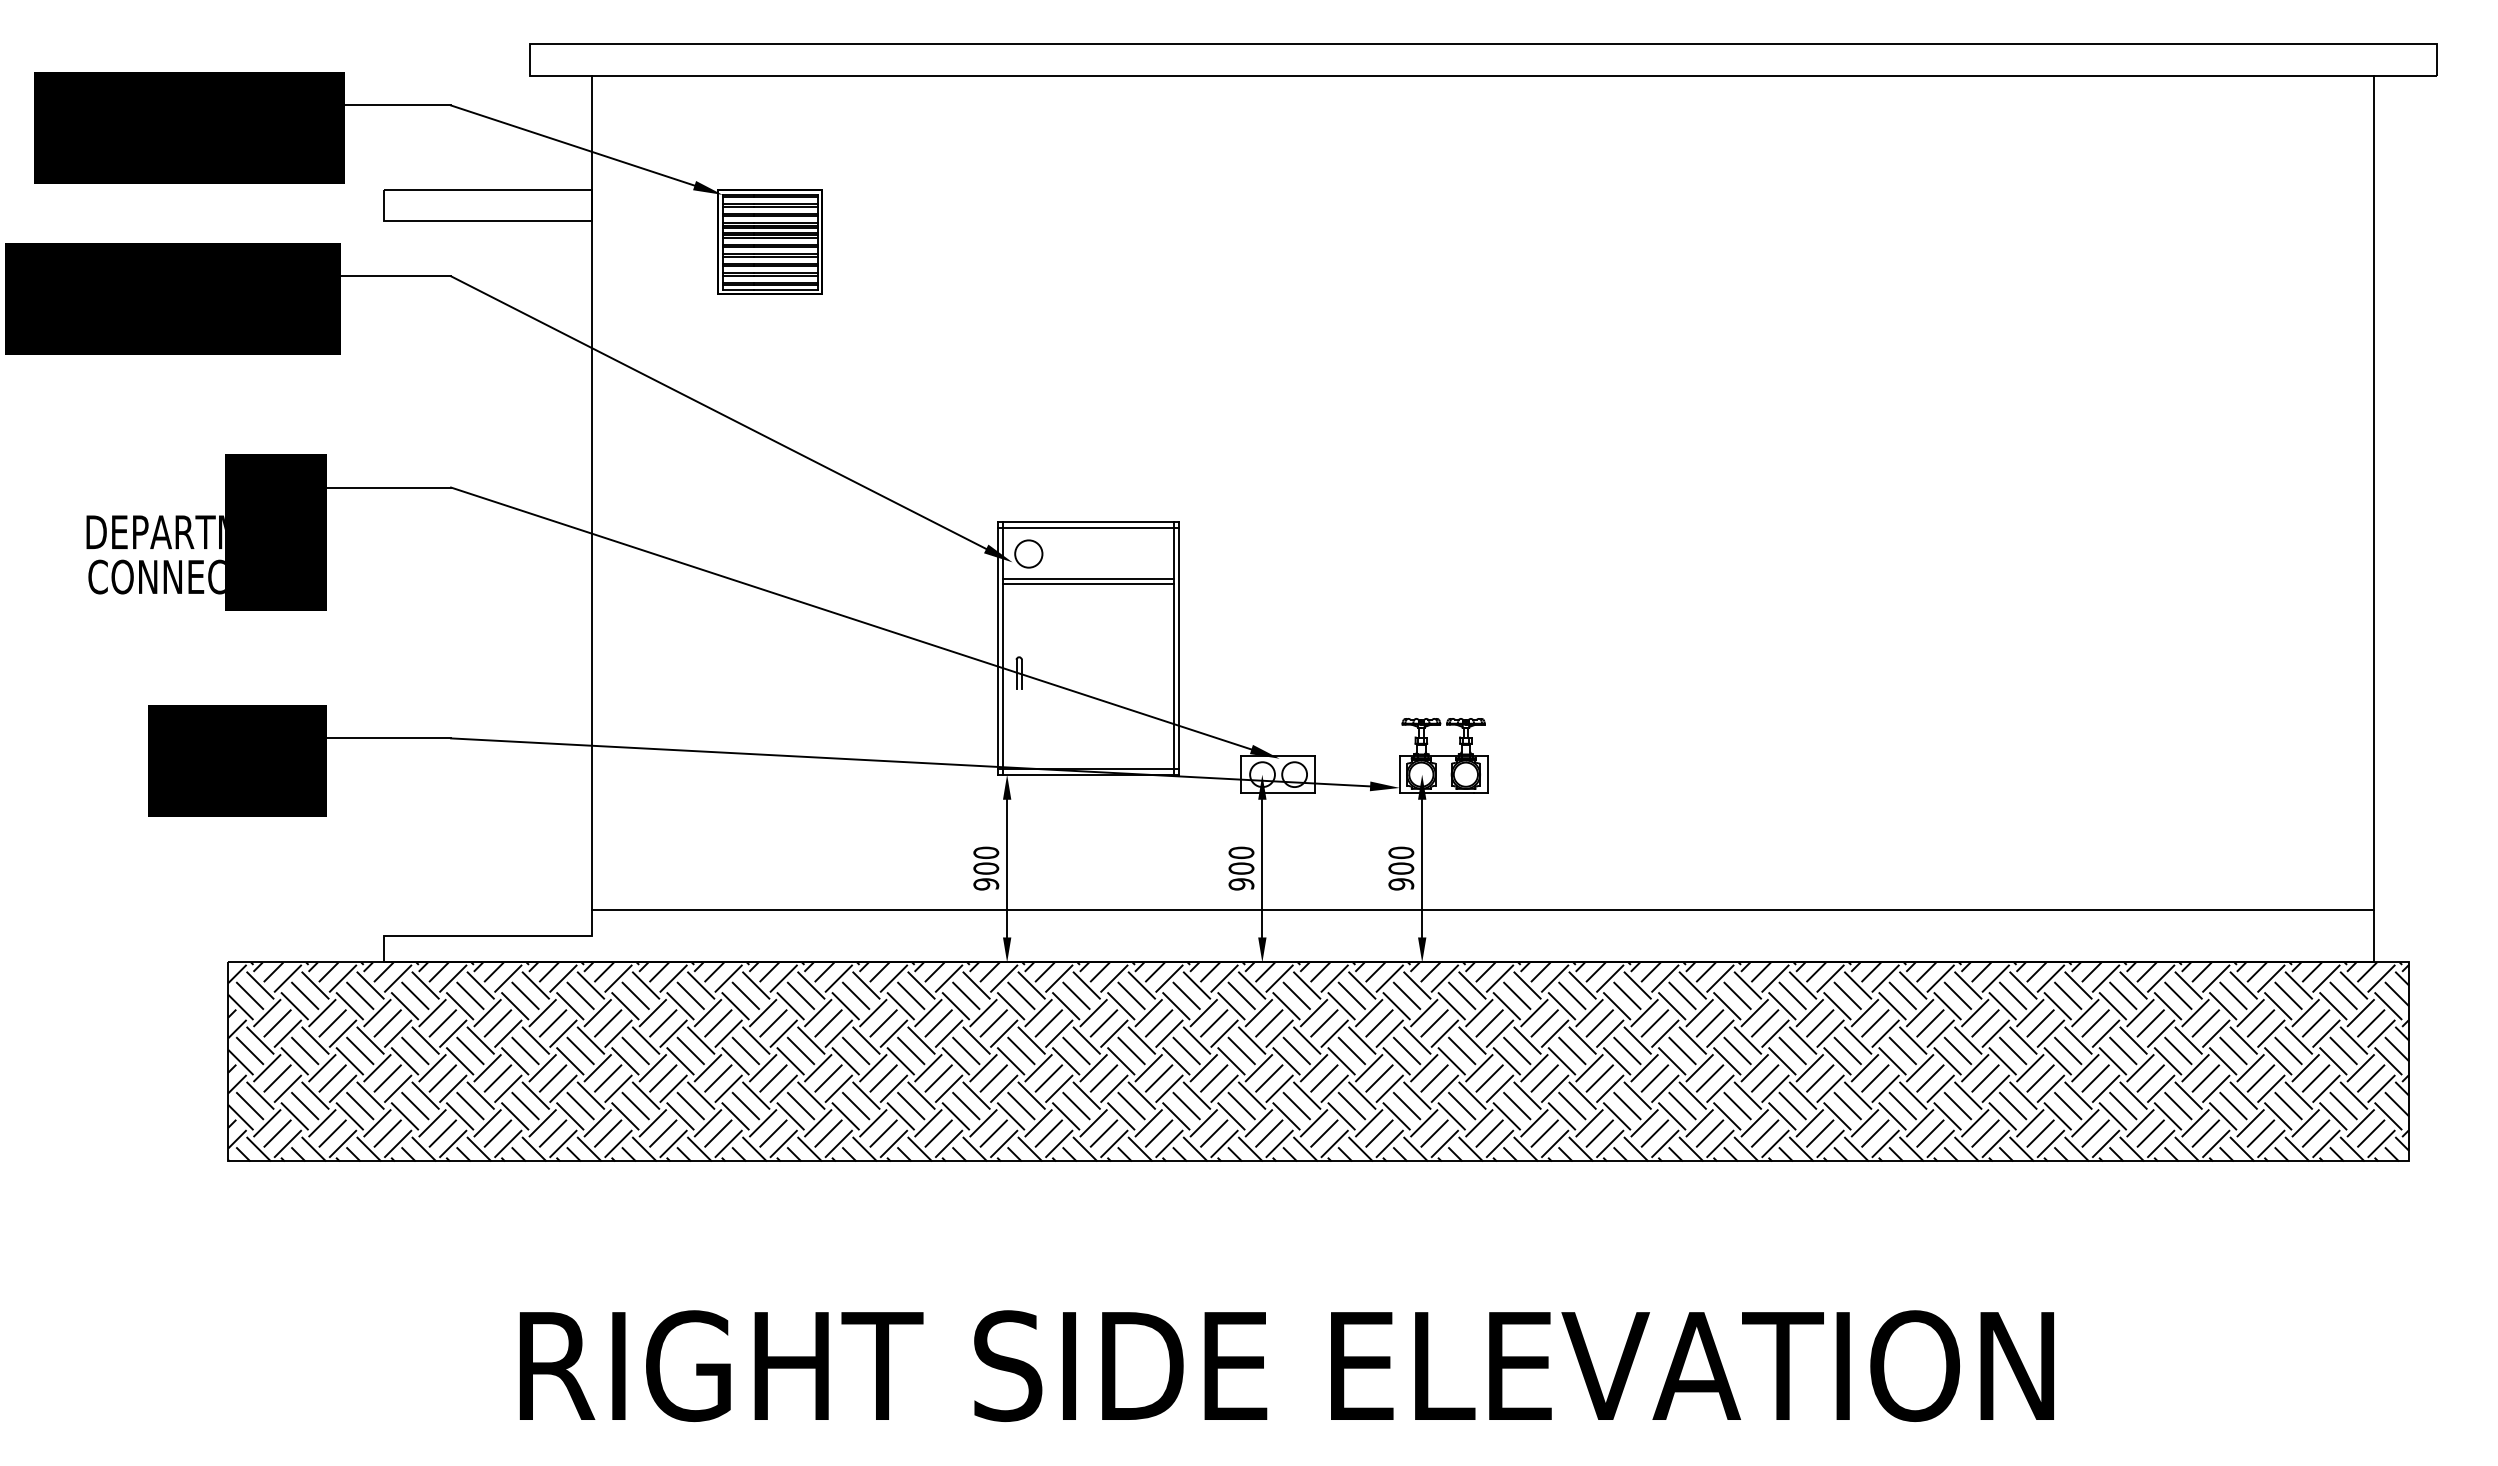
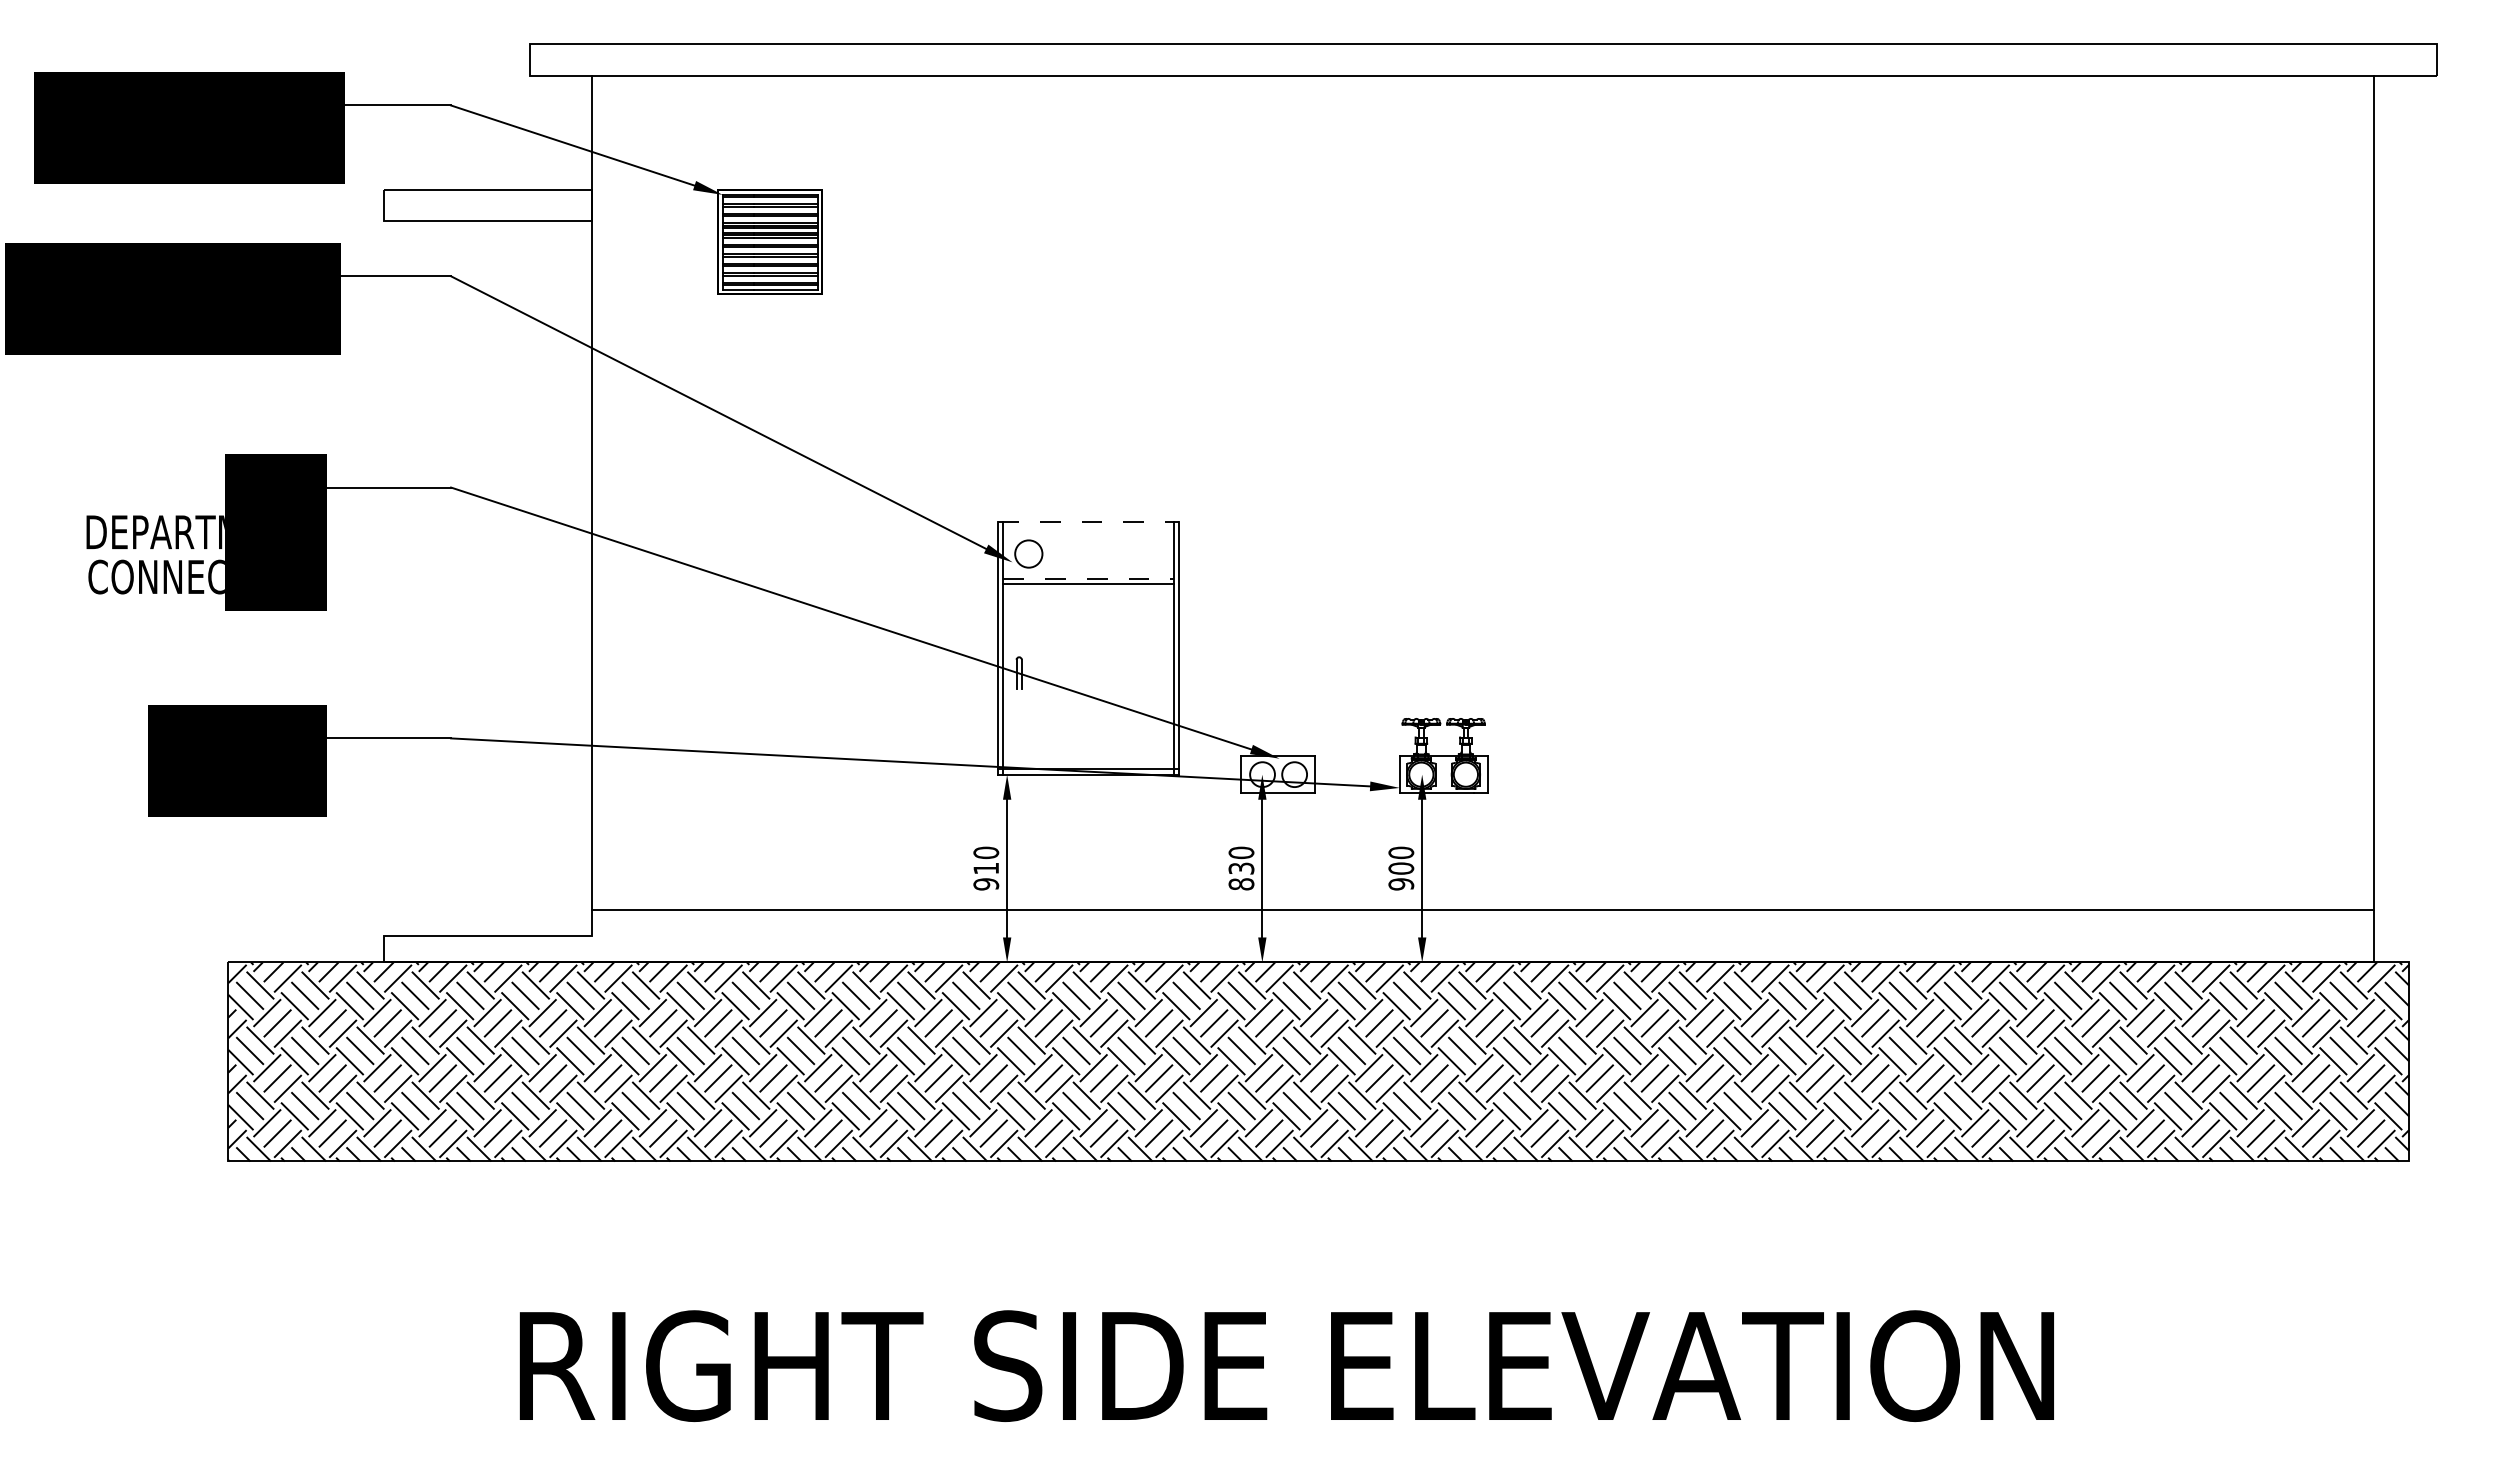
line at (1088, 522): solid -> dashed
line at (1088, 527): present -> none
line at (1088, 579): solid -> dashed
text at (986, 868): 900 -> 910
text at (1241, 876): 900 -> 830
